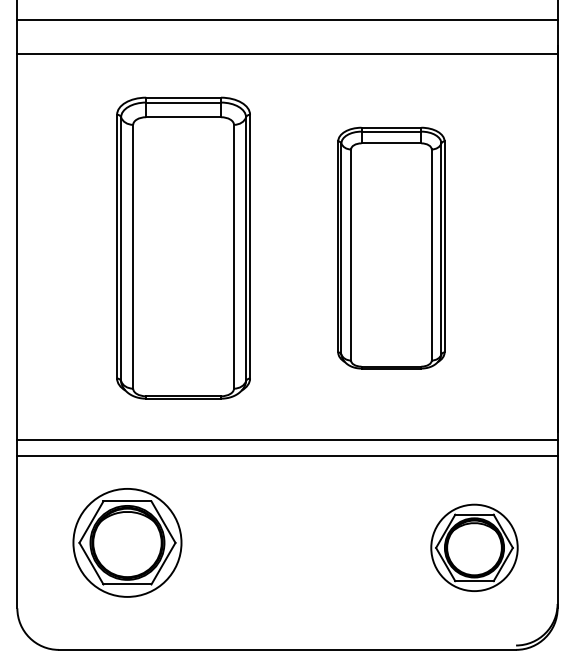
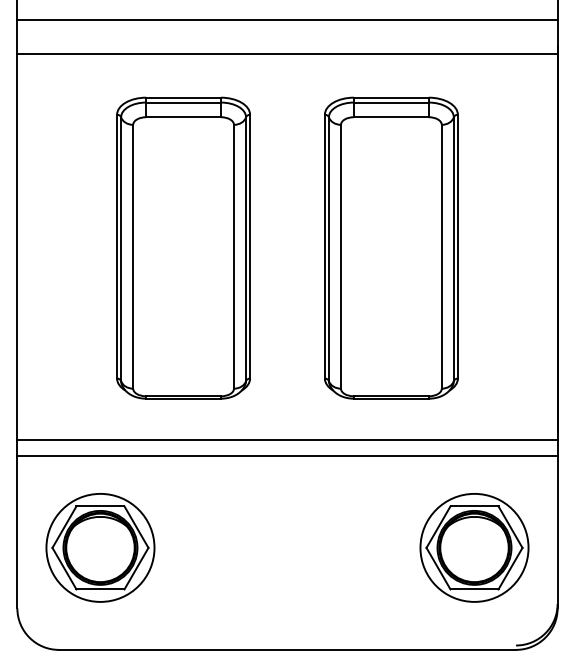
part at (391, 247) size: 109x244 px -> 135x304 px
part at (127, 542) position: (127, 542) -> (100, 547)
part at (474, 547) size: 89x89 px -> 111x110 px
